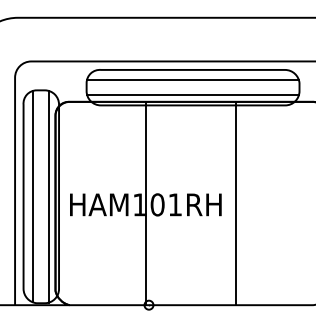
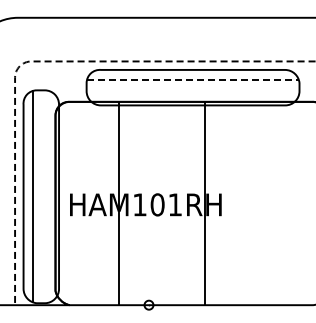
line at (39, 61): solid -> dashed
line at (192, 79): solid -> dashed
line at (192, 95): present -> none
line at (48, 196): present -> none
line at (145, 203) position: (145, 203) -> (118, 203)
line at (236, 203) position: (236, 203) -> (205, 203)
